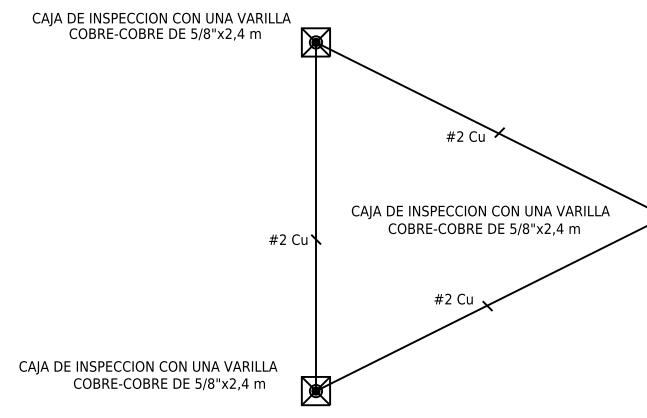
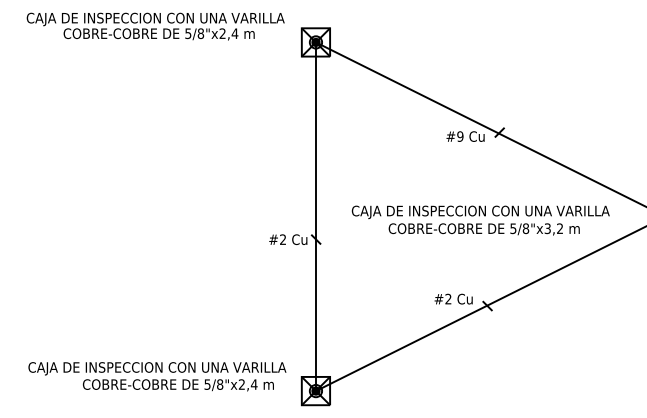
text at (161, 26) position: (161, 26) -> (155, 26)
text at (460, 136): #2 -> #9
text at (553, 228): 5/8"x2,4 -> 5/8"x3,2
text at (148, 375) position: (148, 375) -> (157, 376)
